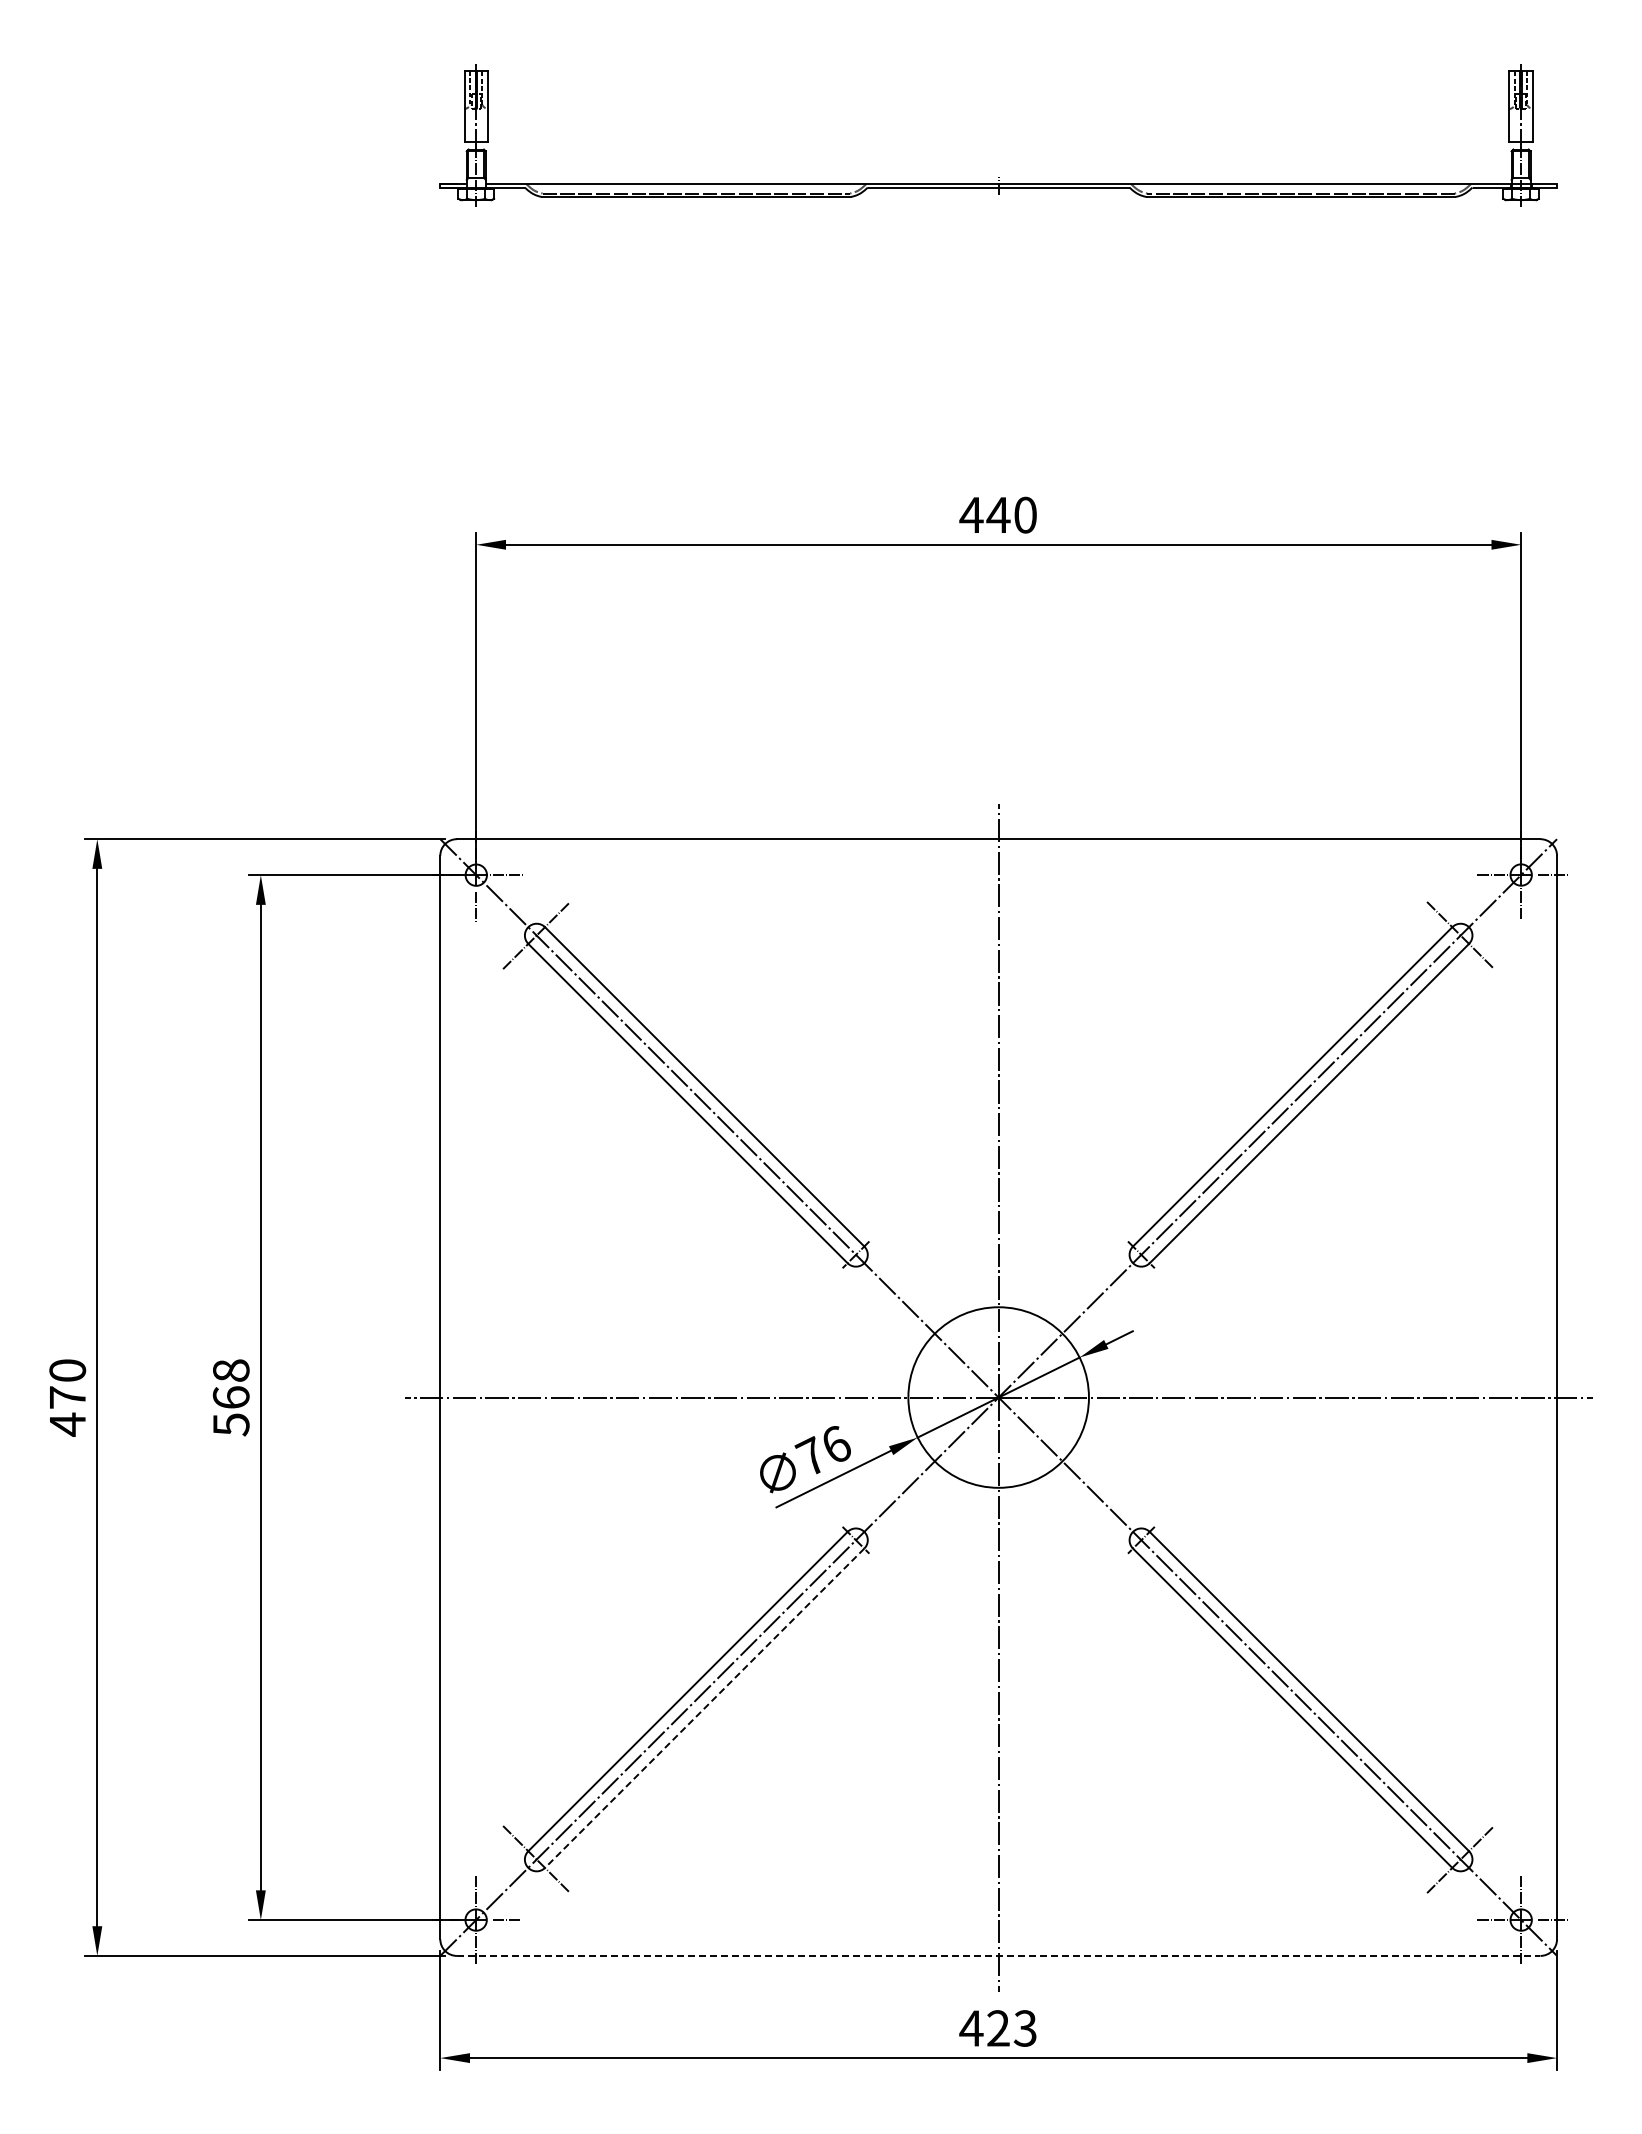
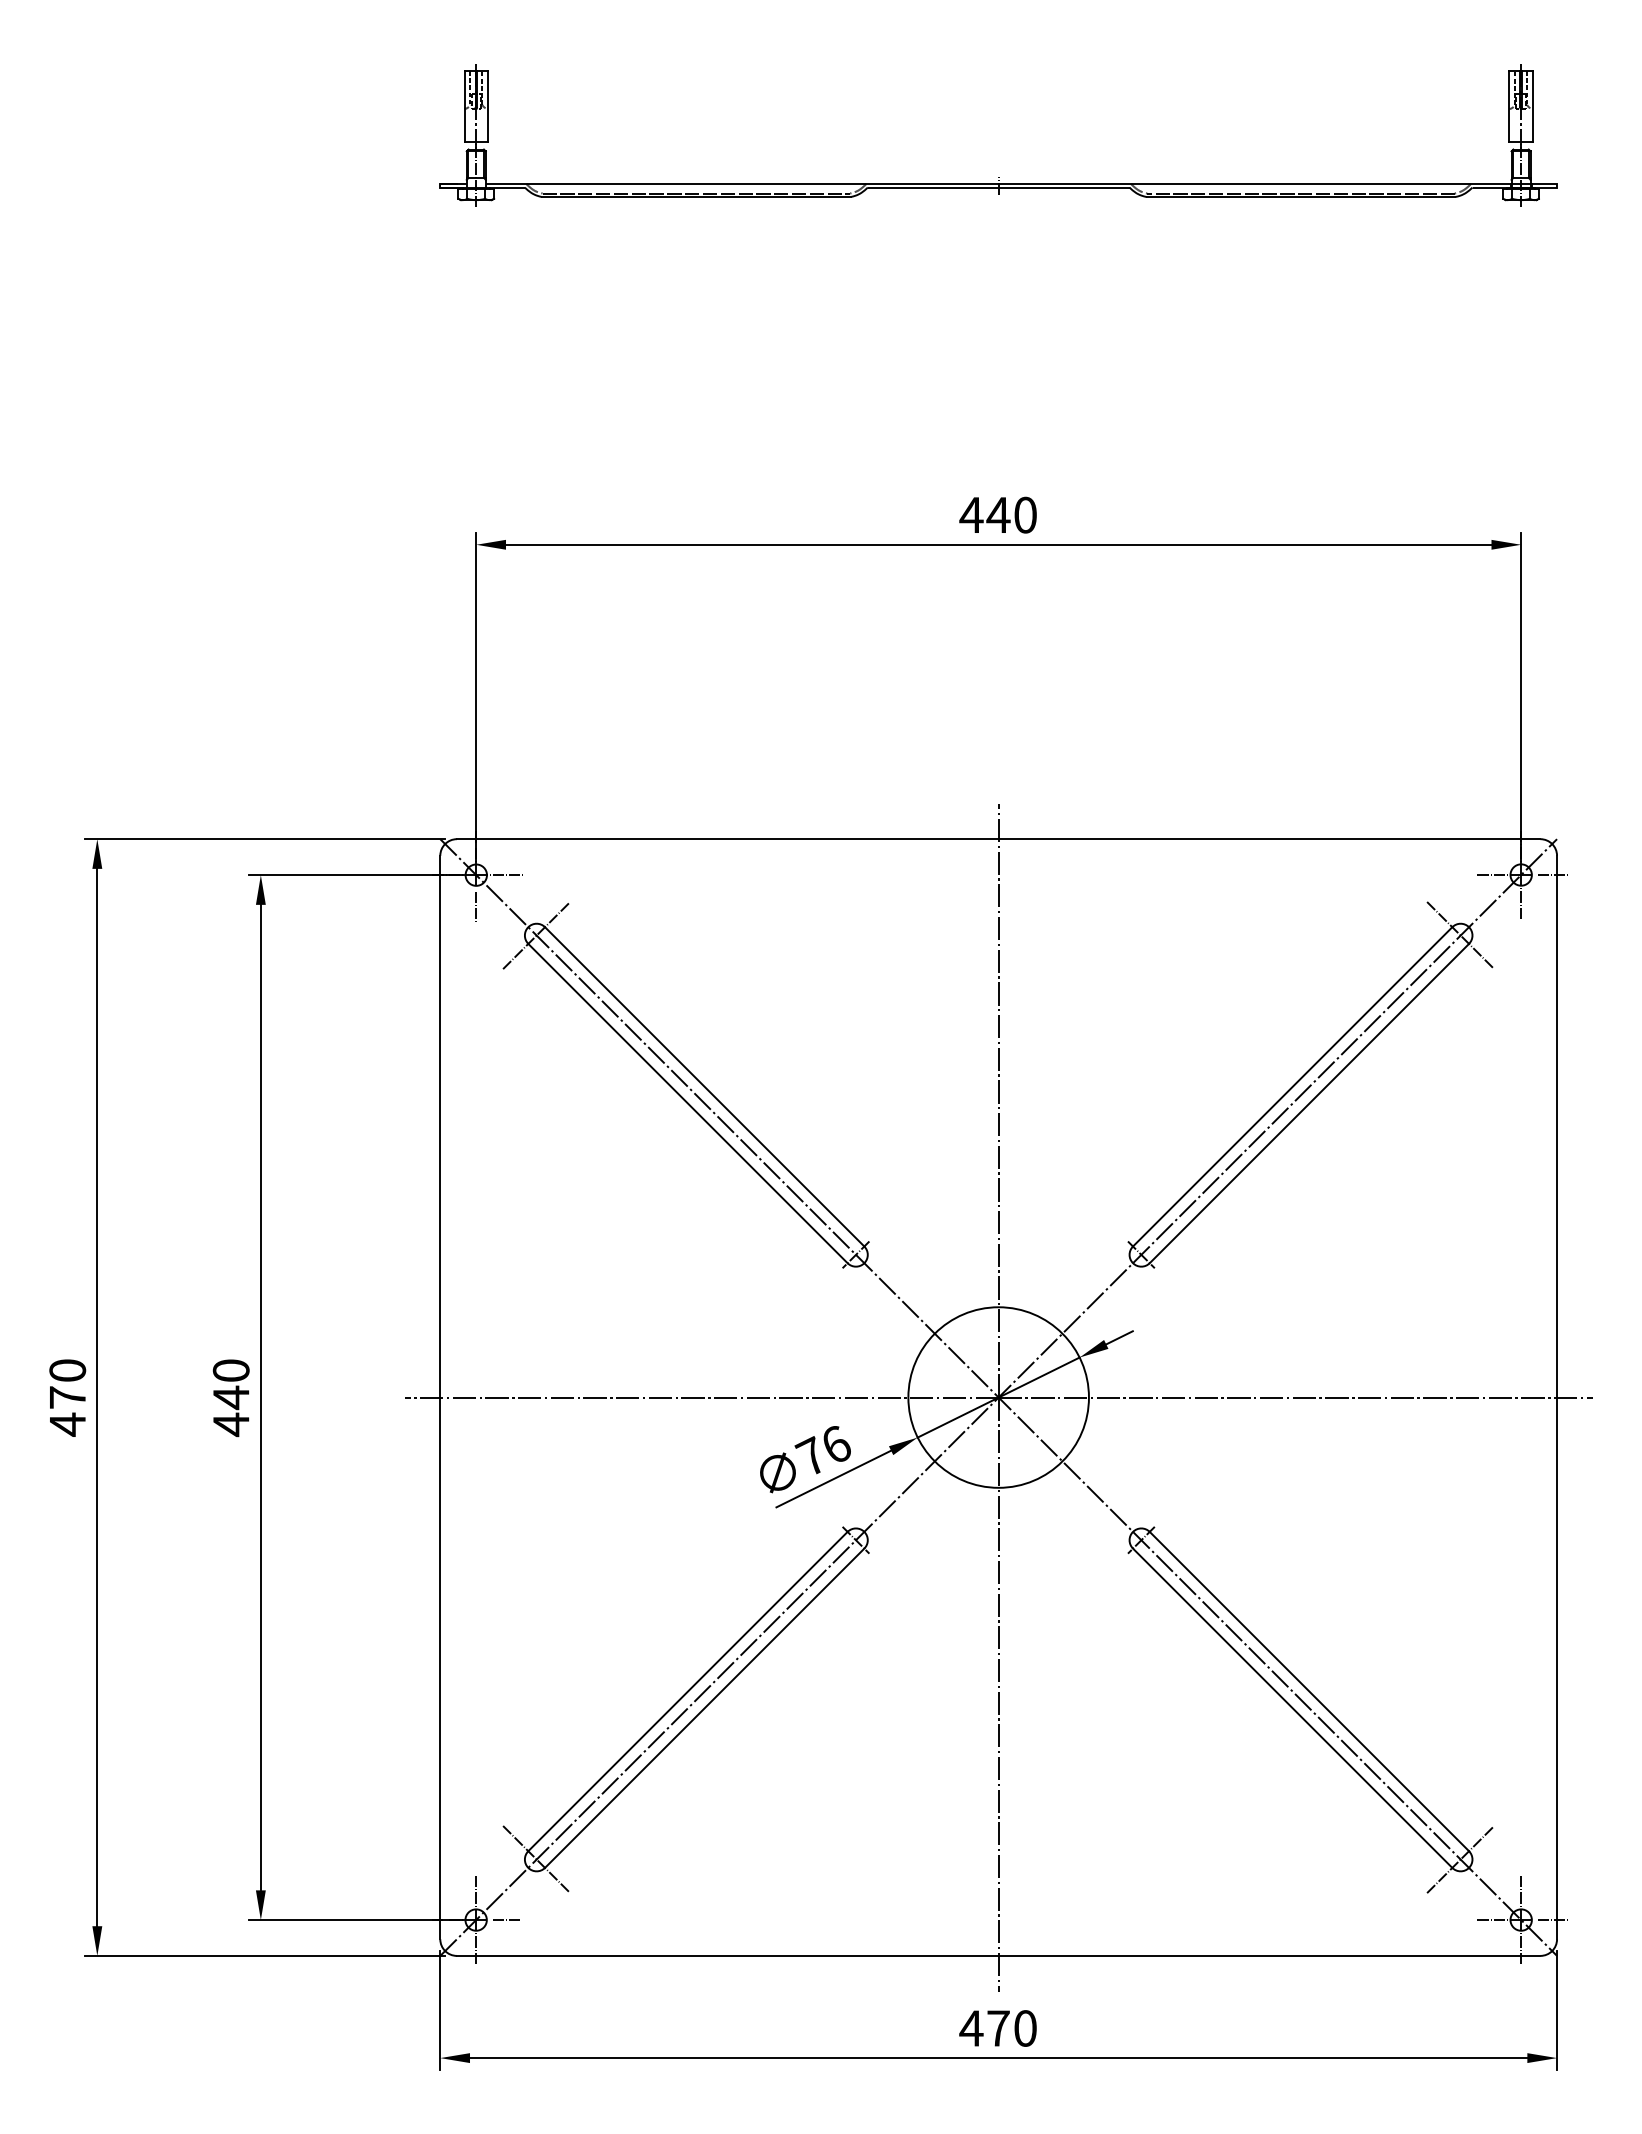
text at (230, 1398): 568 -> 440
line at (704, 1708): dashed -> solid
line at (998, 1955): dashed -> solid
text at (1011, 2028): 423 -> 470
